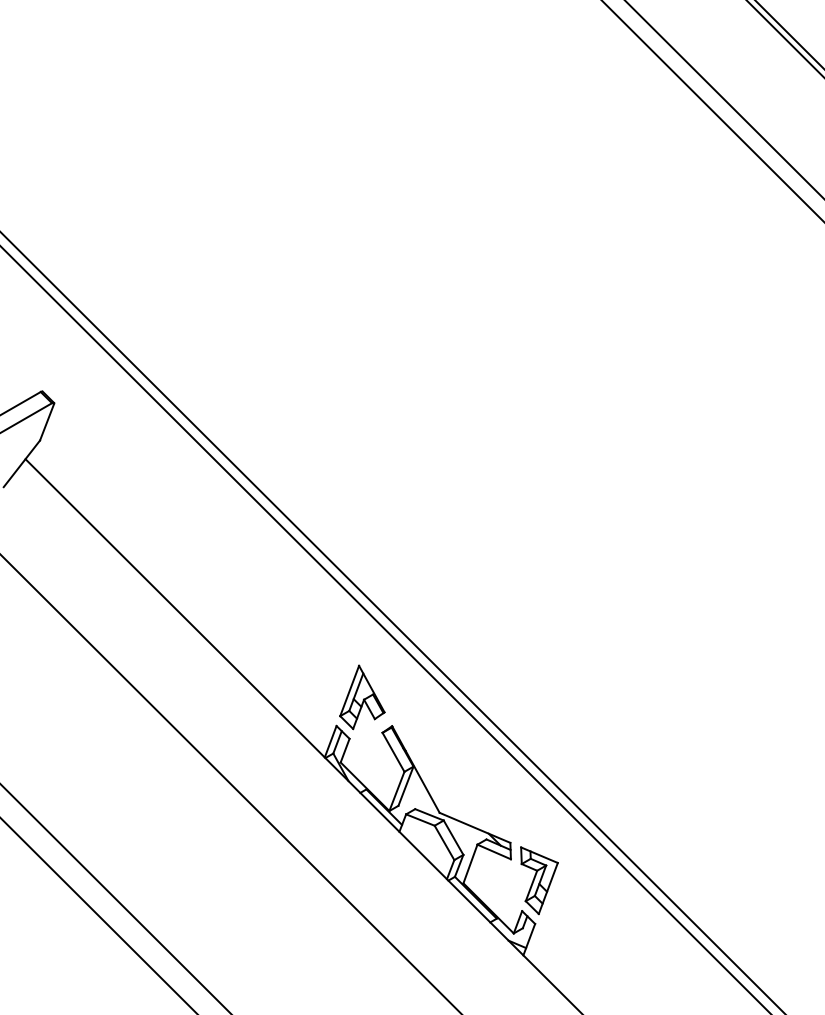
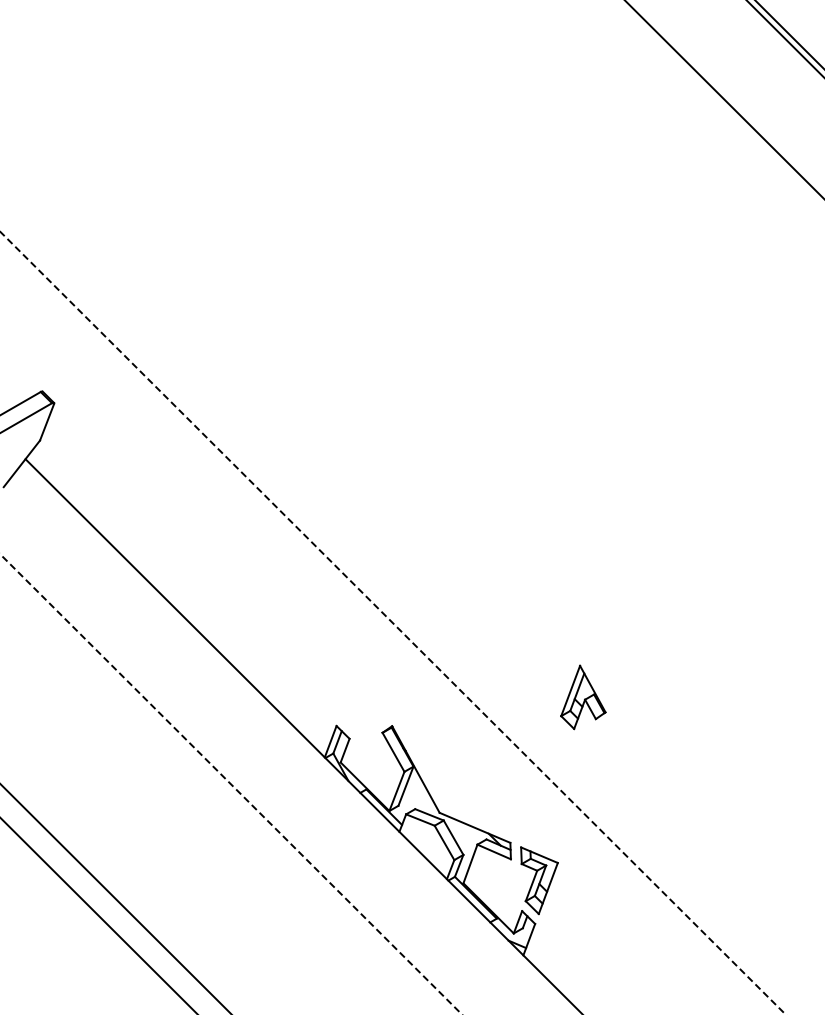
line at (712, 110): present -> none
line at (392, 623): solid -> dashed
line at (385, 629): present -> none
part at (362, 697) position: (362, 697) -> (583, 697)
line at (231, 784): solid -> dashed
